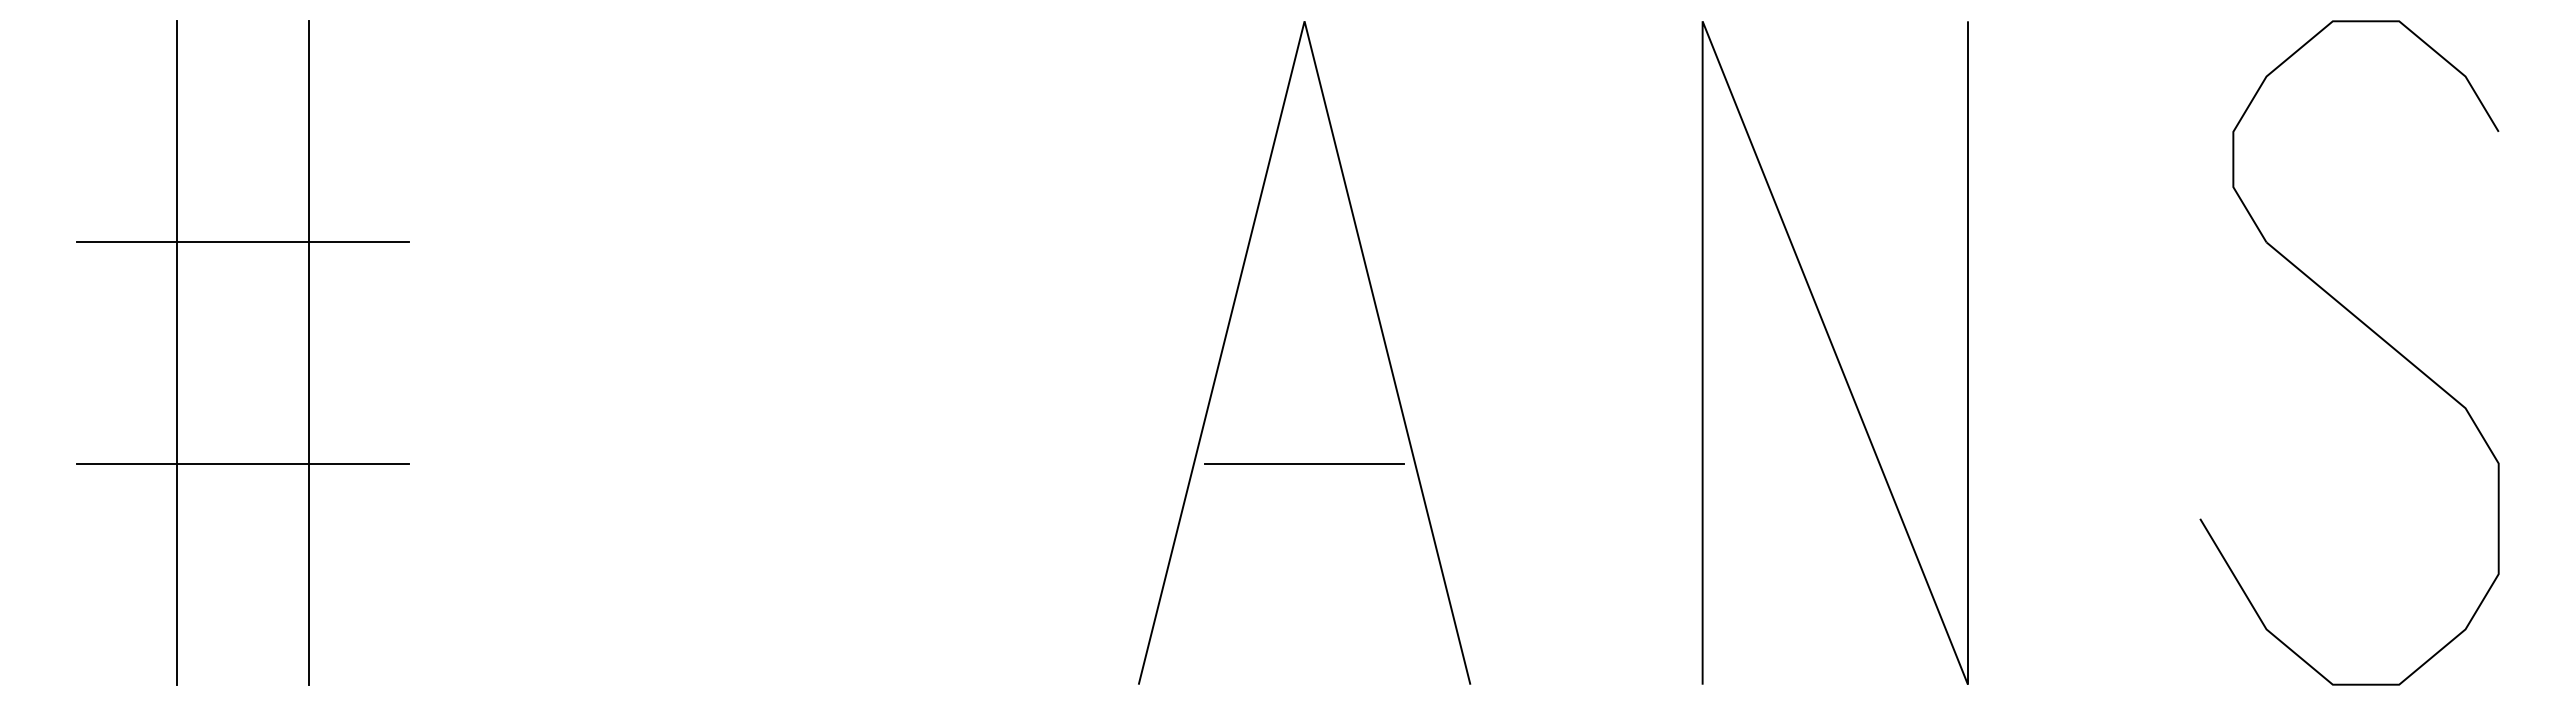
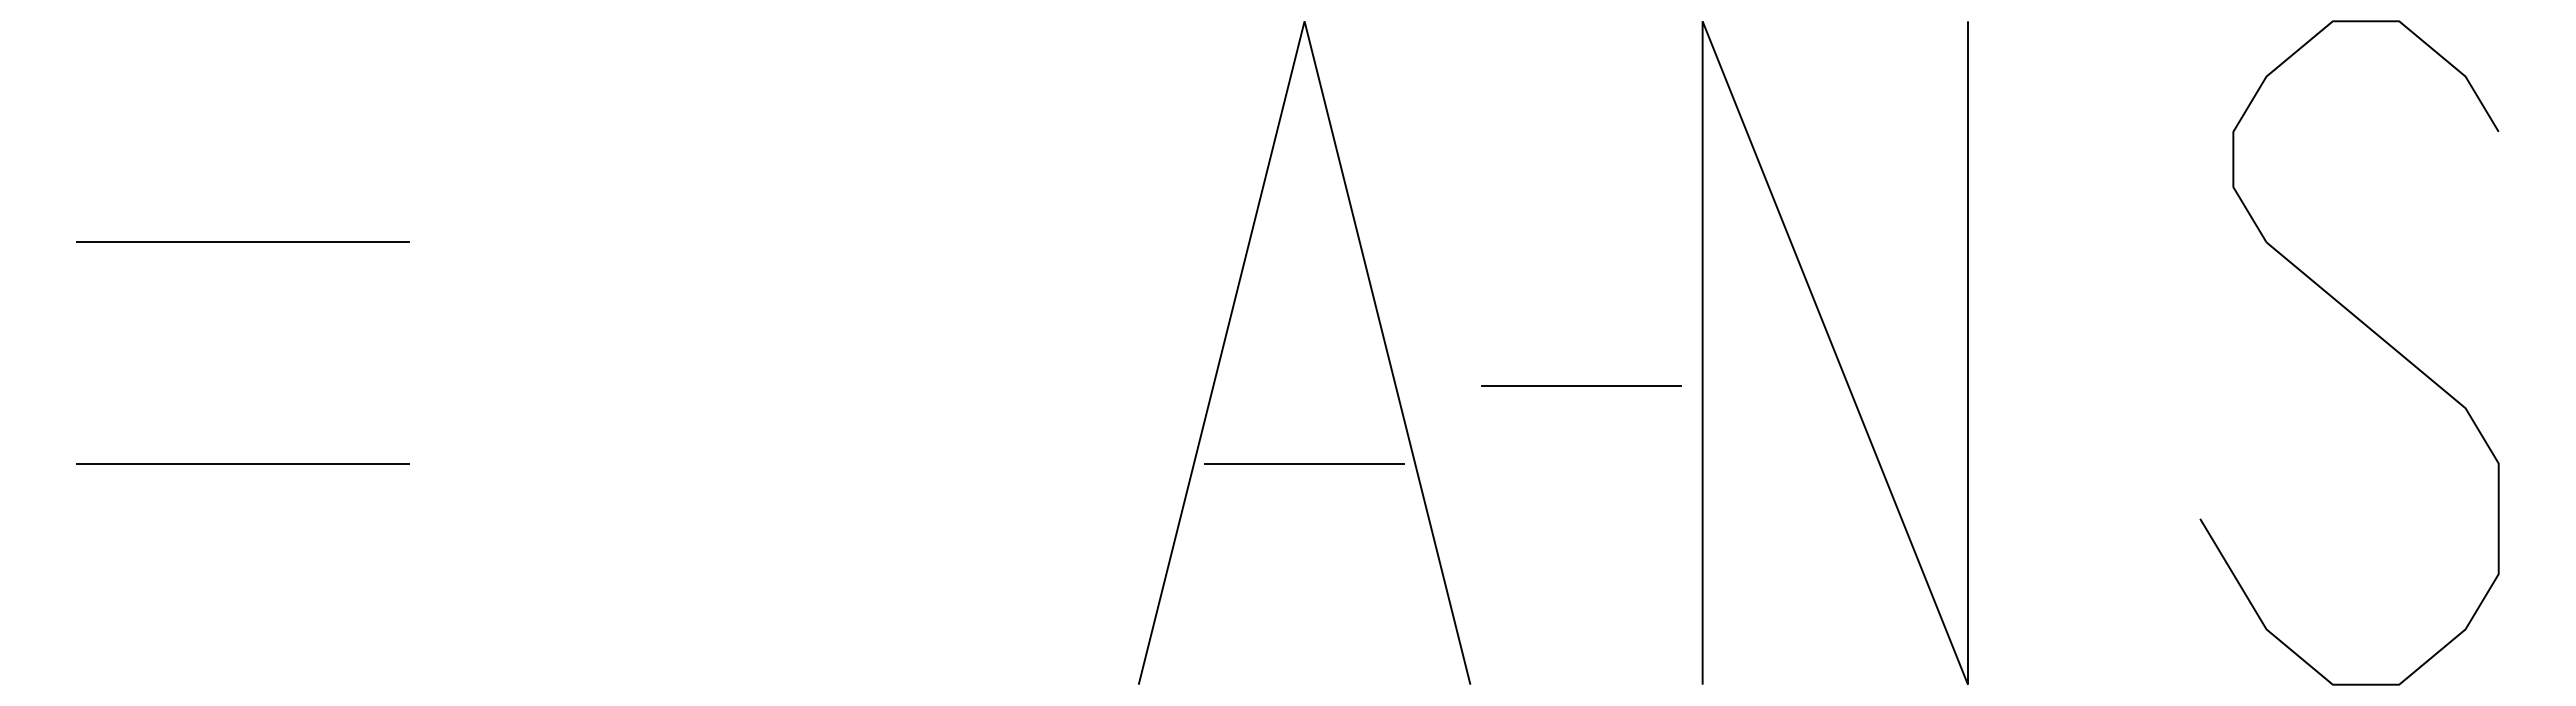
line at (176, 352): present -> none
line at (309, 352): present -> none
line at (1581, 385): none -> present
